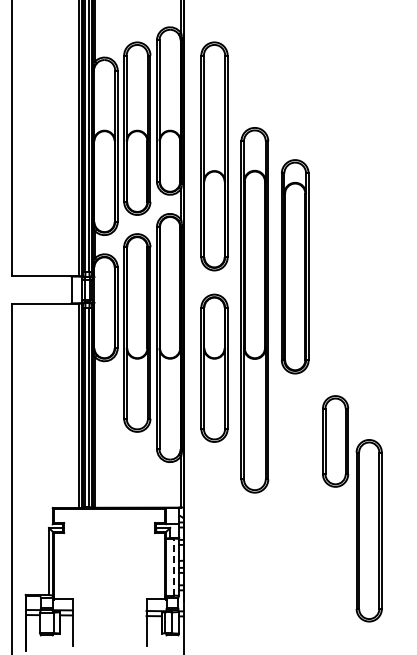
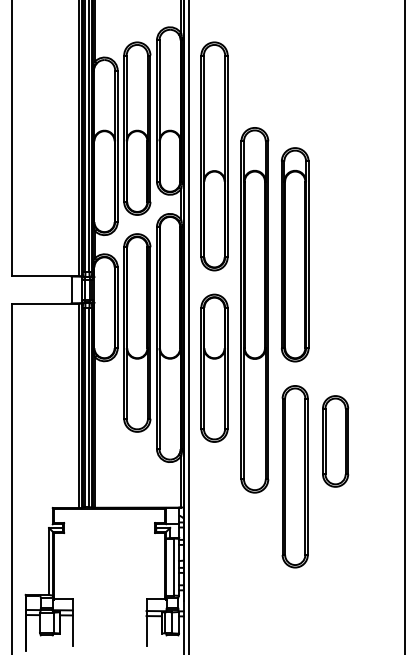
part at (295, 266) position: (295, 266) -> (295, 254)
line at (189, 326): none -> present
line at (404, 326): none -> present
part at (368, 530) position: (368, 530) -> (294, 476)
line at (173, 567): dashed -> solid
